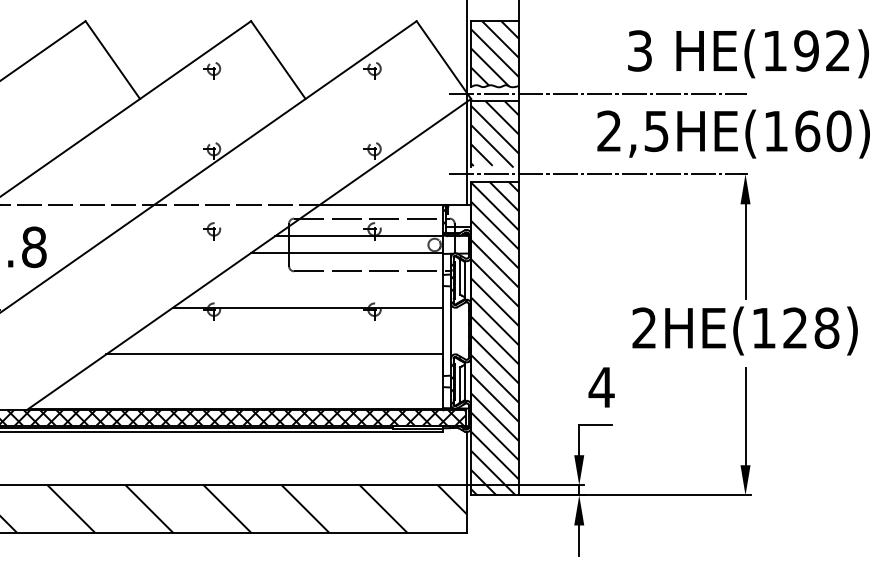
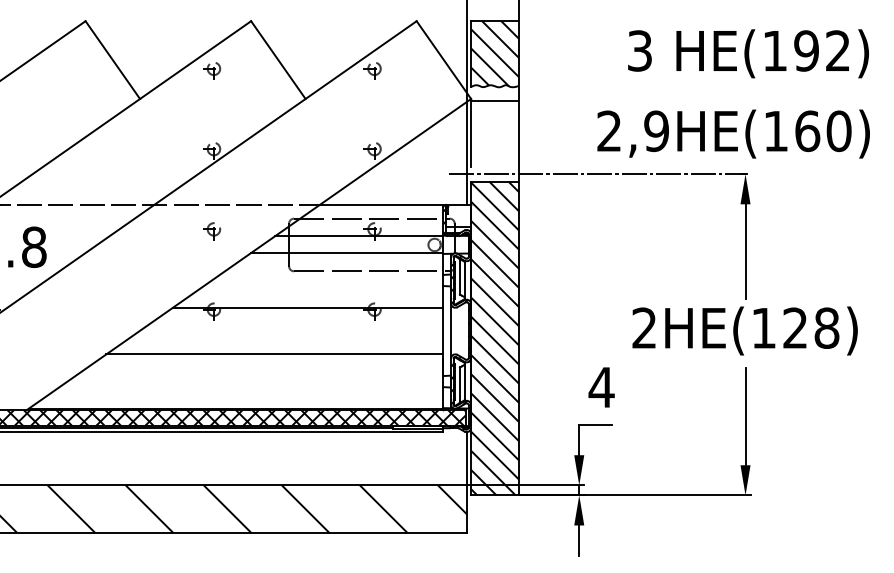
line at (597, 93): present -> none
text at (656, 130): 2,5HE(160) -> 2,9HE(160)
hatch at (494, 134): present -> none
